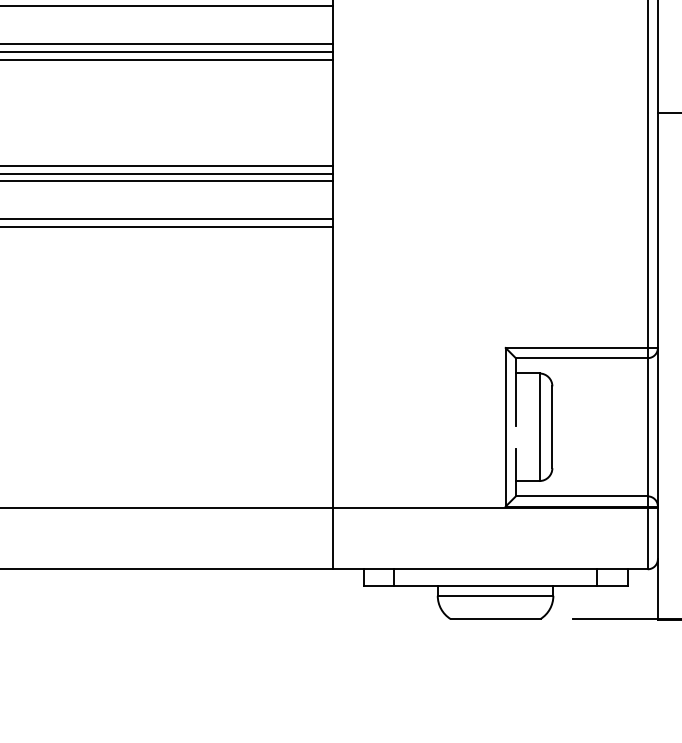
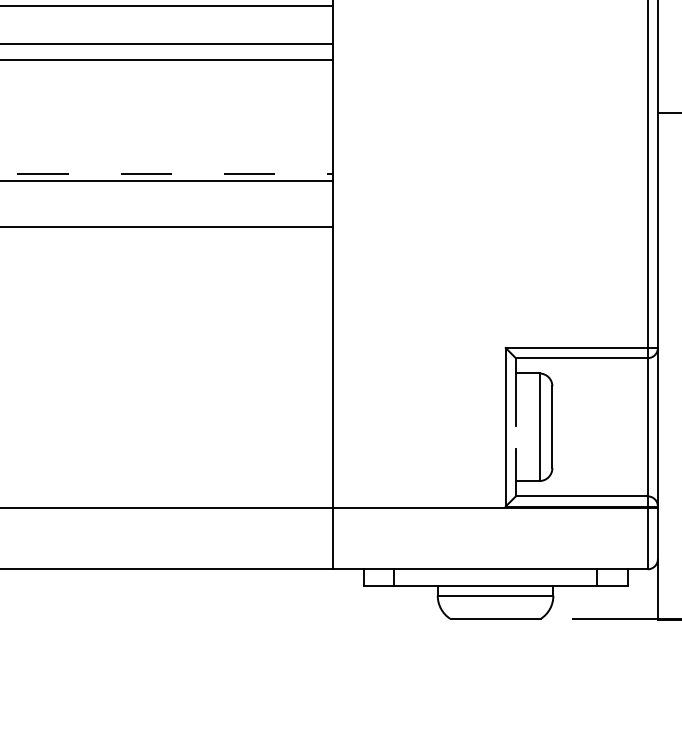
line at (167, 51): present -> none
line at (167, 165): present -> none
line at (167, 173): solid -> dashed
line at (167, 219): present -> none
